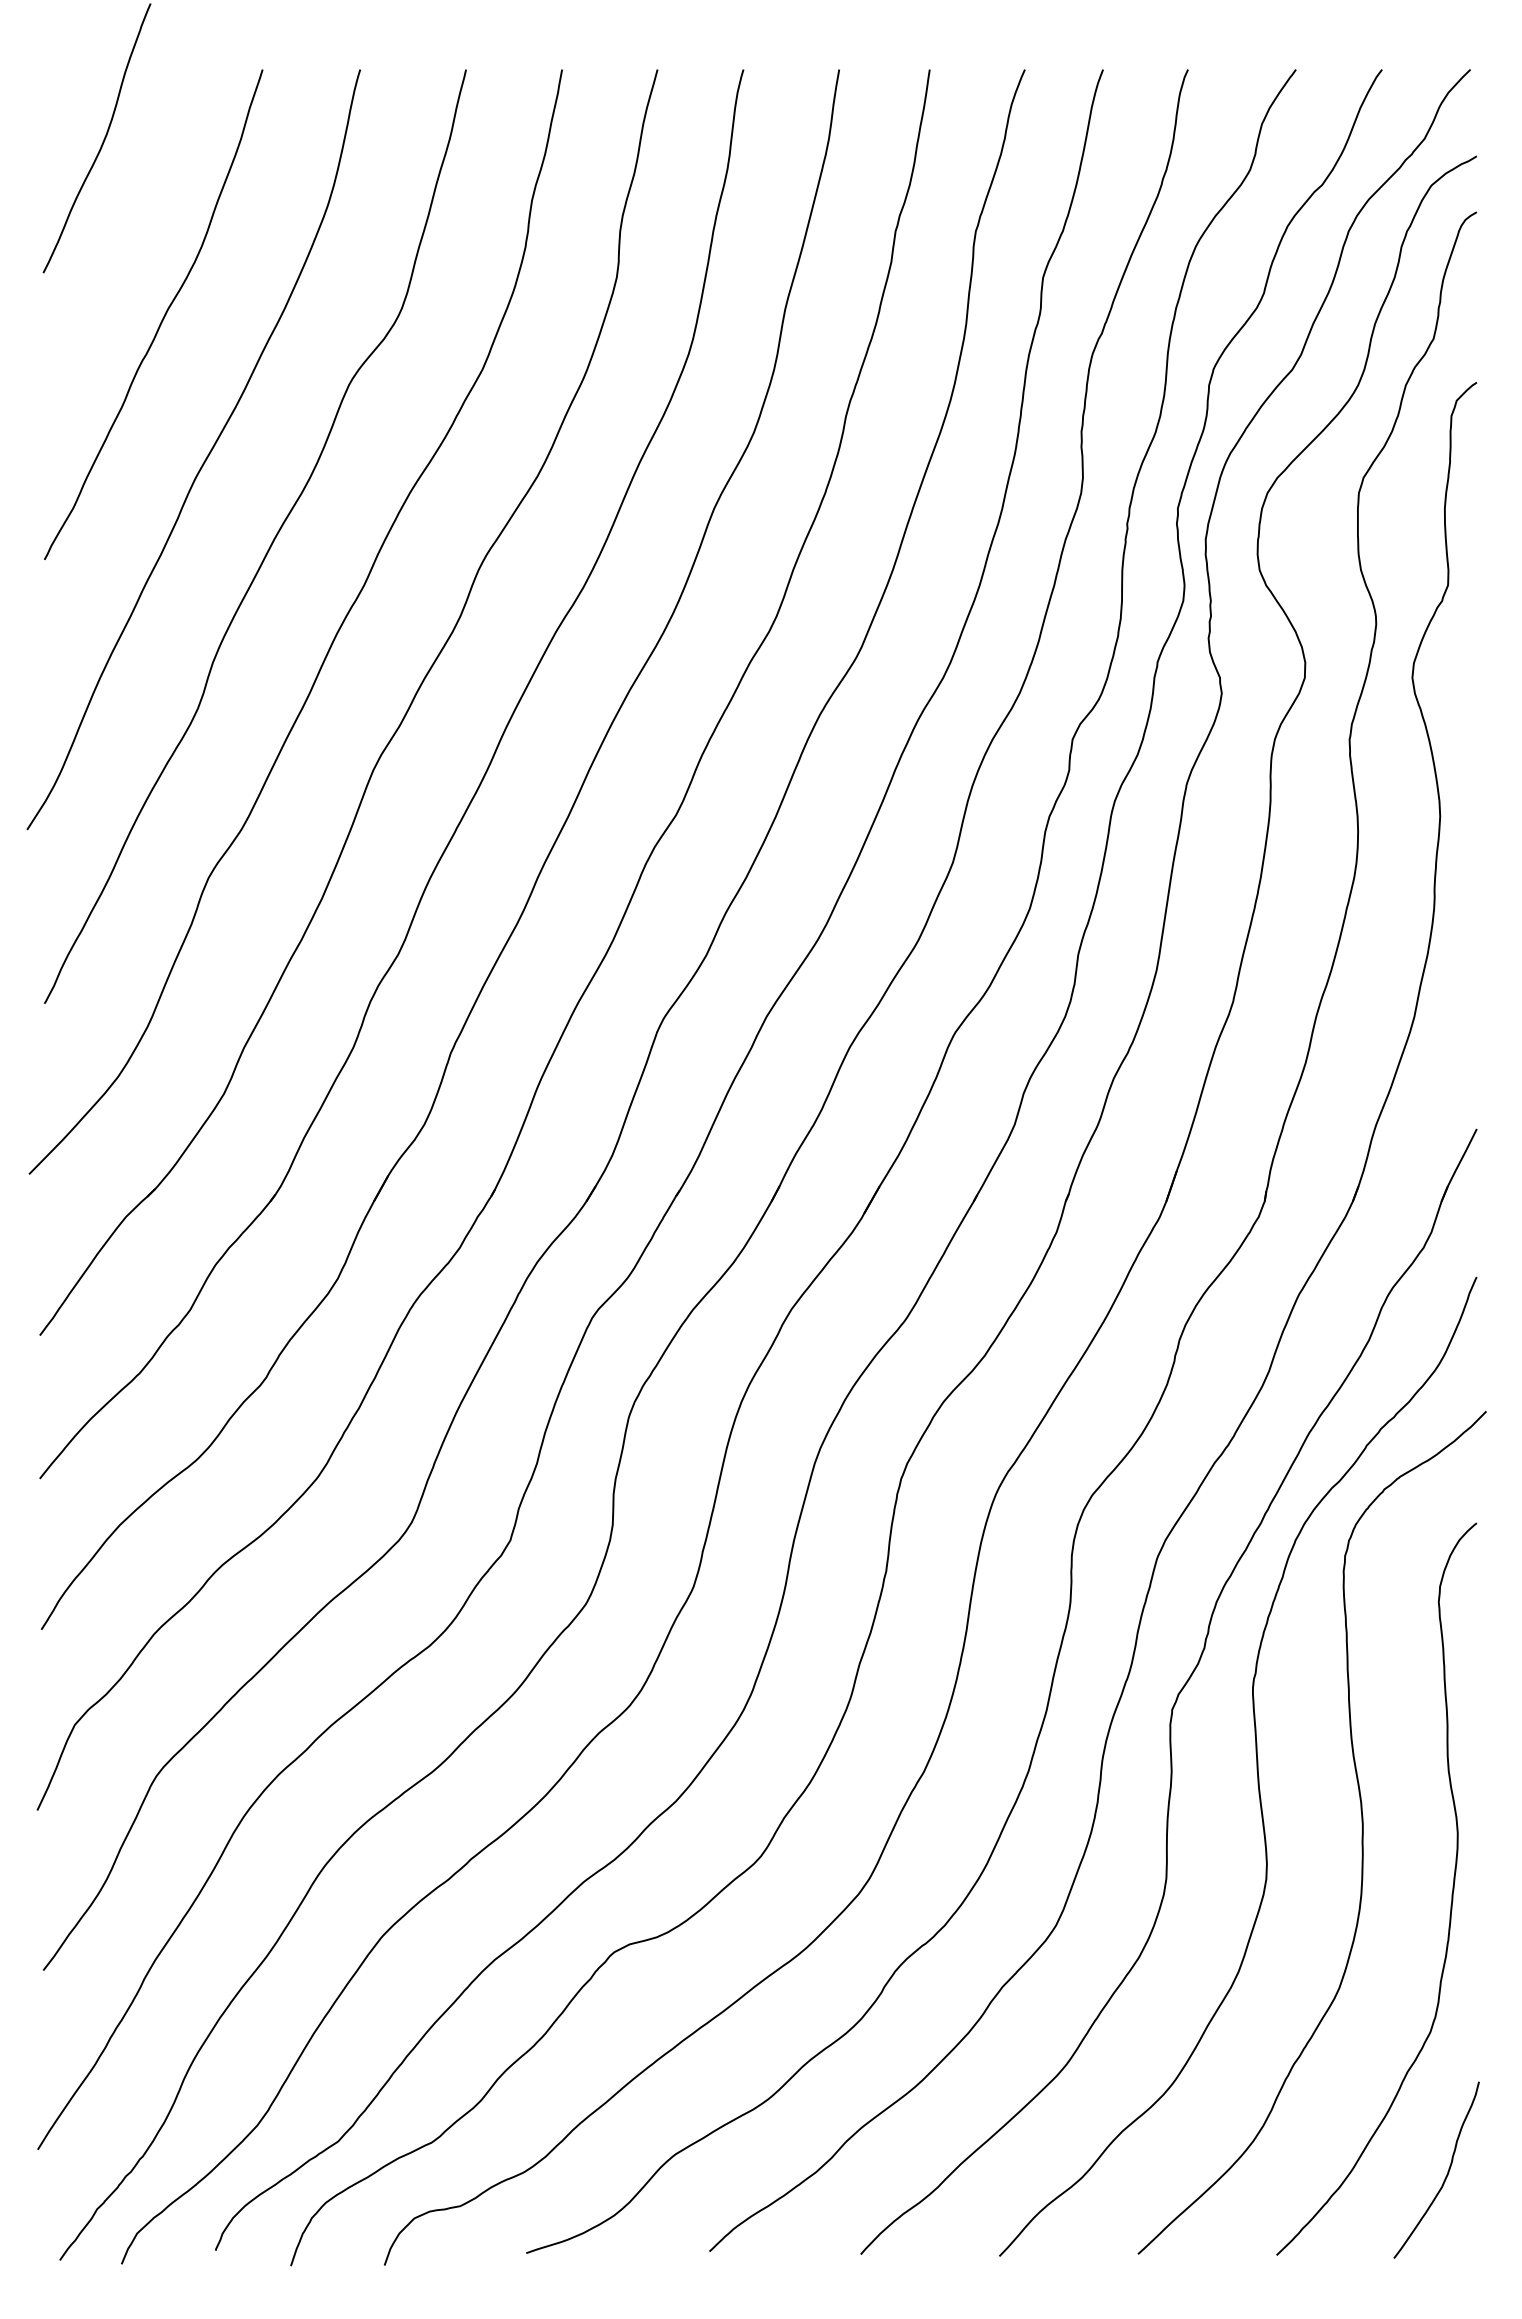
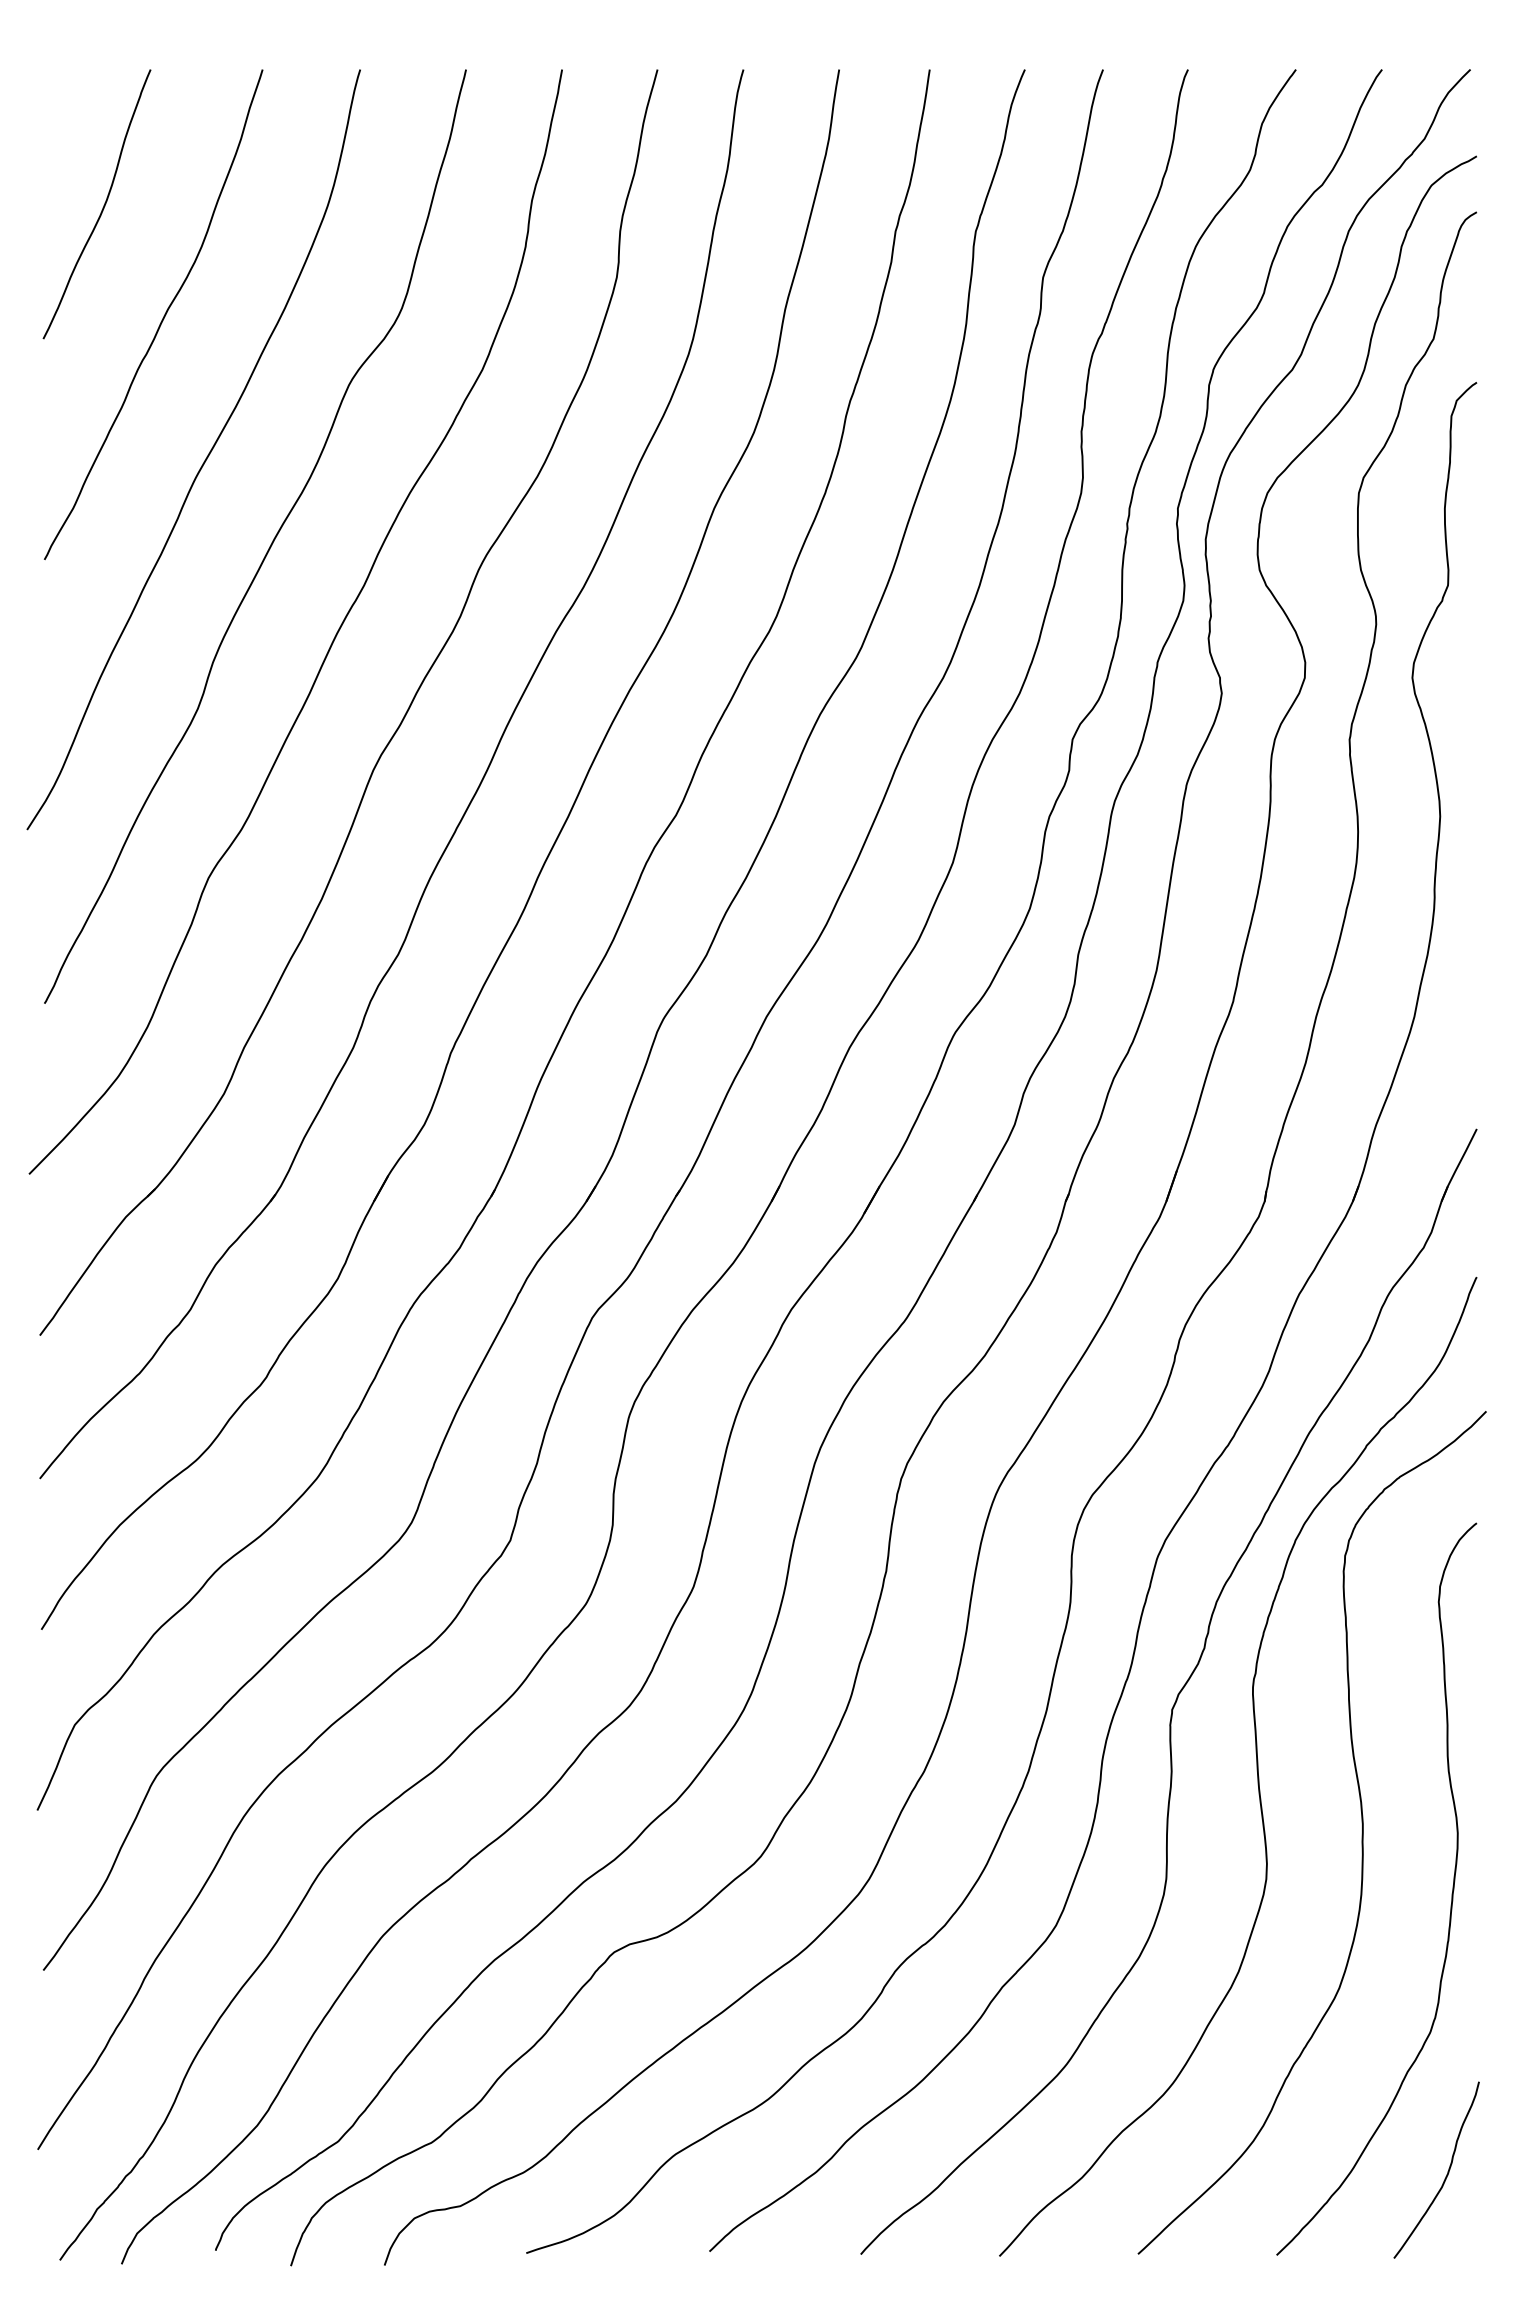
curve at (102, 141) position: (102, 141) -> (102, 207)
